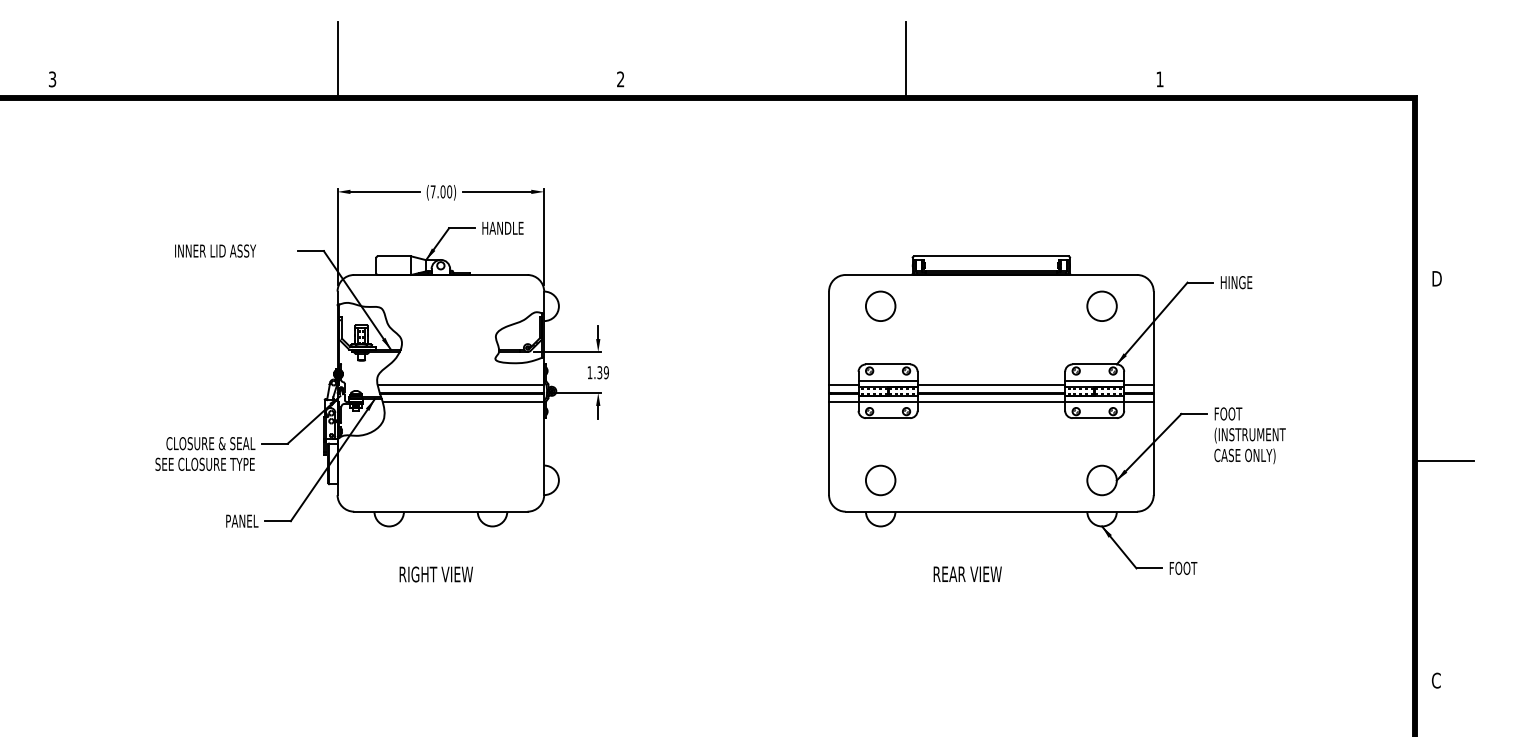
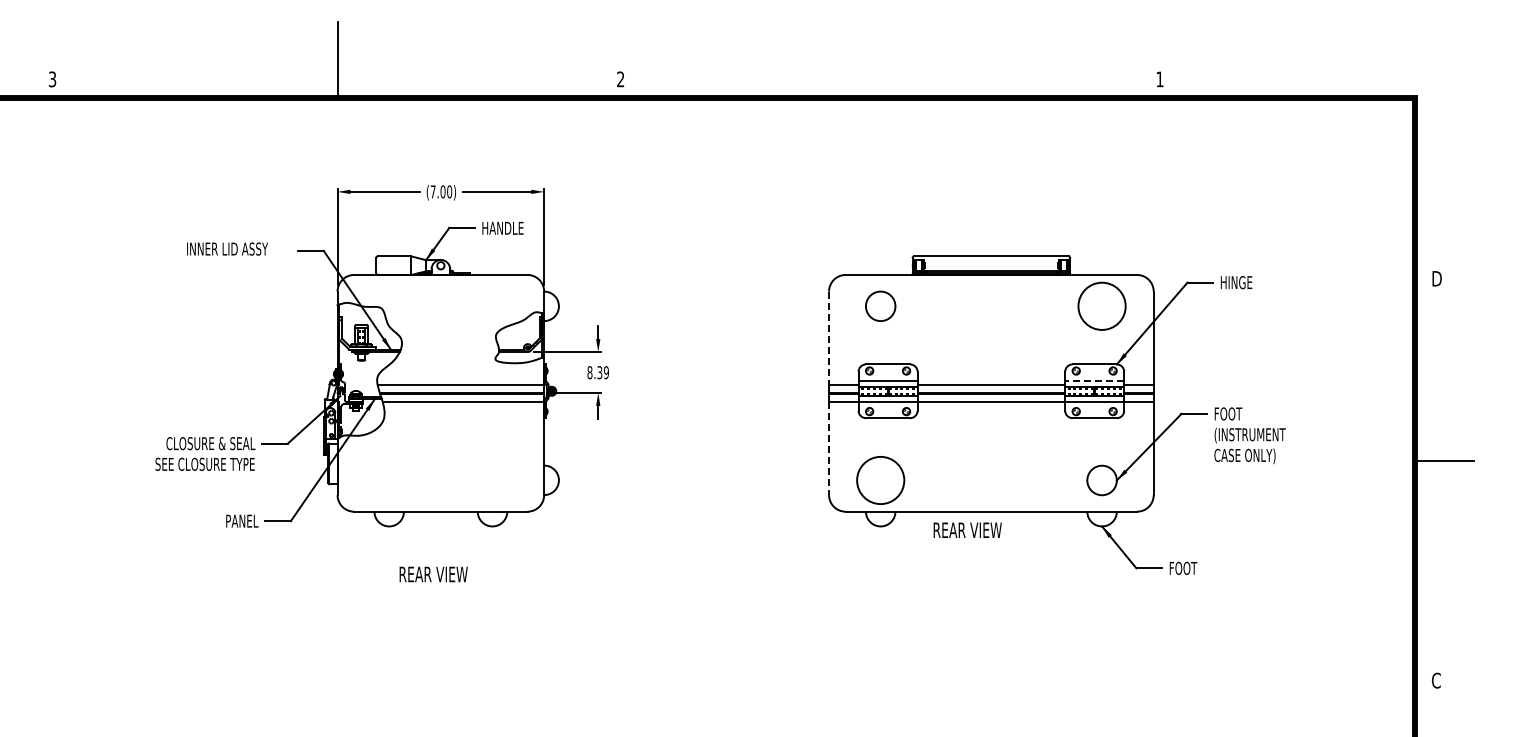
line at (906, 59): present -> none
text at (215, 250) position: (215, 250) -> (227, 248)
circle at (1101, 306) diameter: 30 px -> 47 px
line at (829, 338): solid -> dashed
text at (589, 372): 1.39 -> 8.39
line at (1094, 380): solid -> dashed
line at (829, 448): solid -> dashed
circle at (880, 480) diameter: 30 px -> 47 px
text at (967, 573) position: (967, 573) -> (967, 529)
text at (440, 574): RIGHT VIEW -> REAR VIEW
